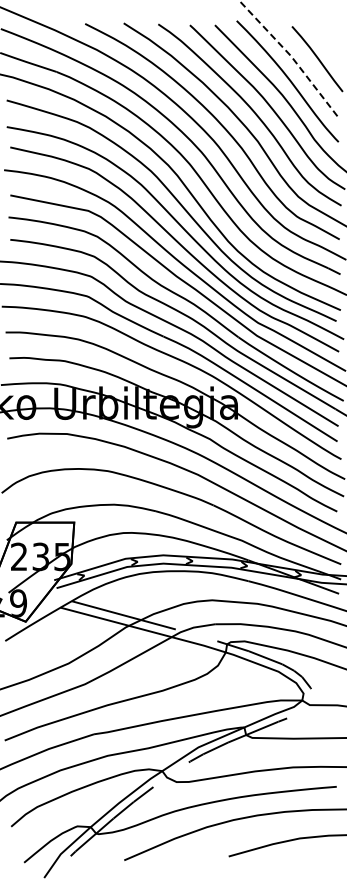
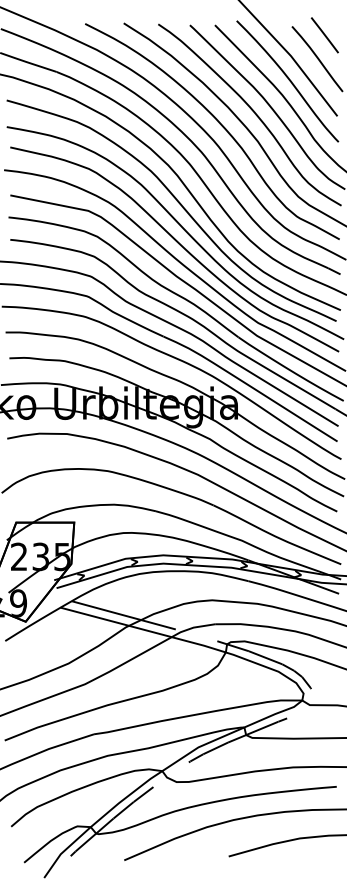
line at (324, 35): none -> present
line at (291, 56): dashed -> solid
